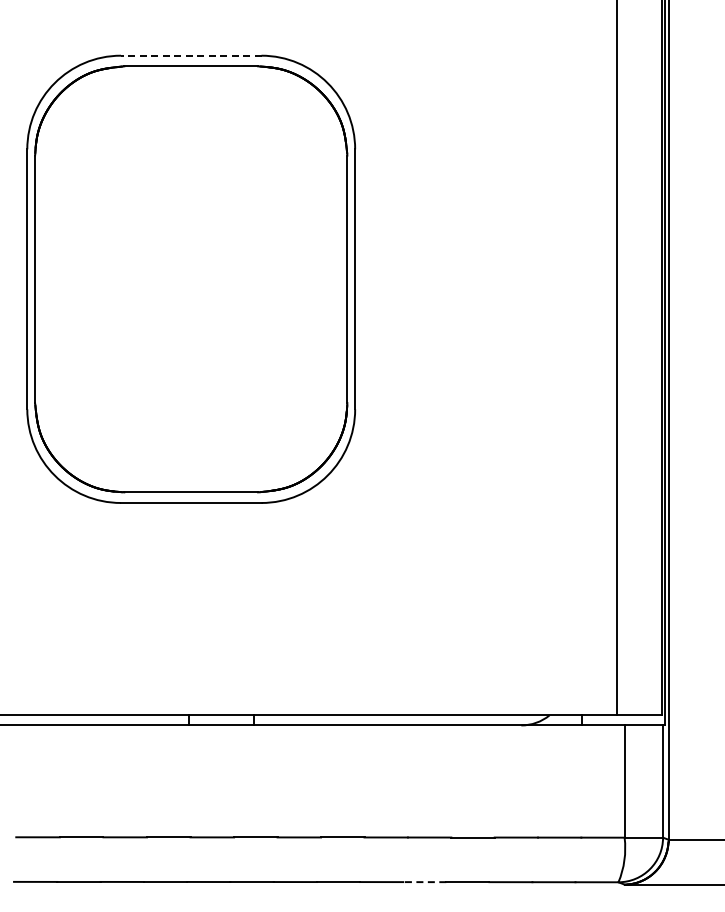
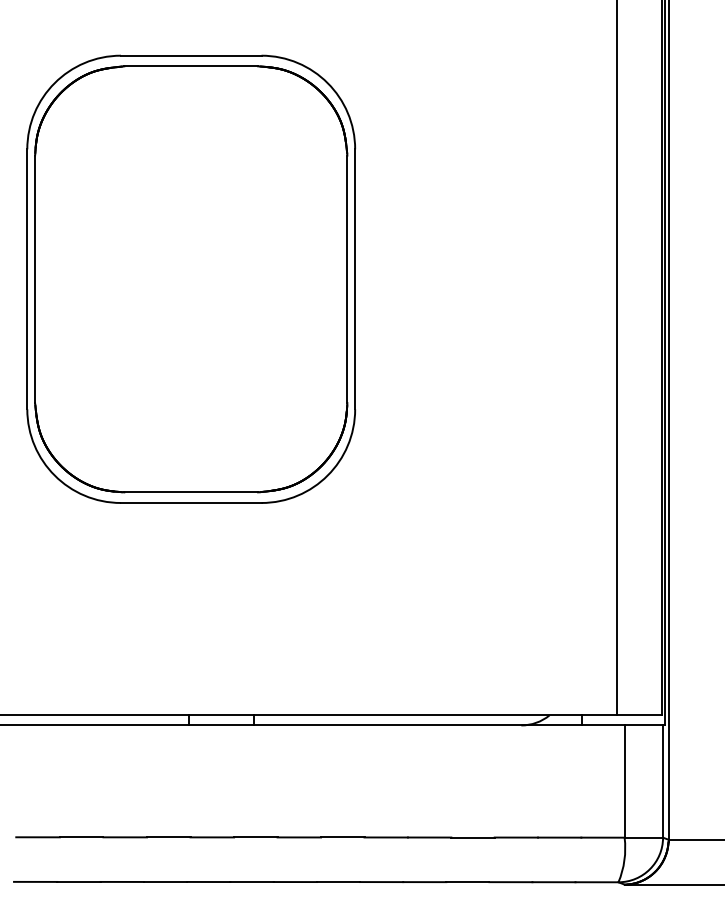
line at (190, 55): dashed -> solid
line at (424, 882): dashed -> solid
